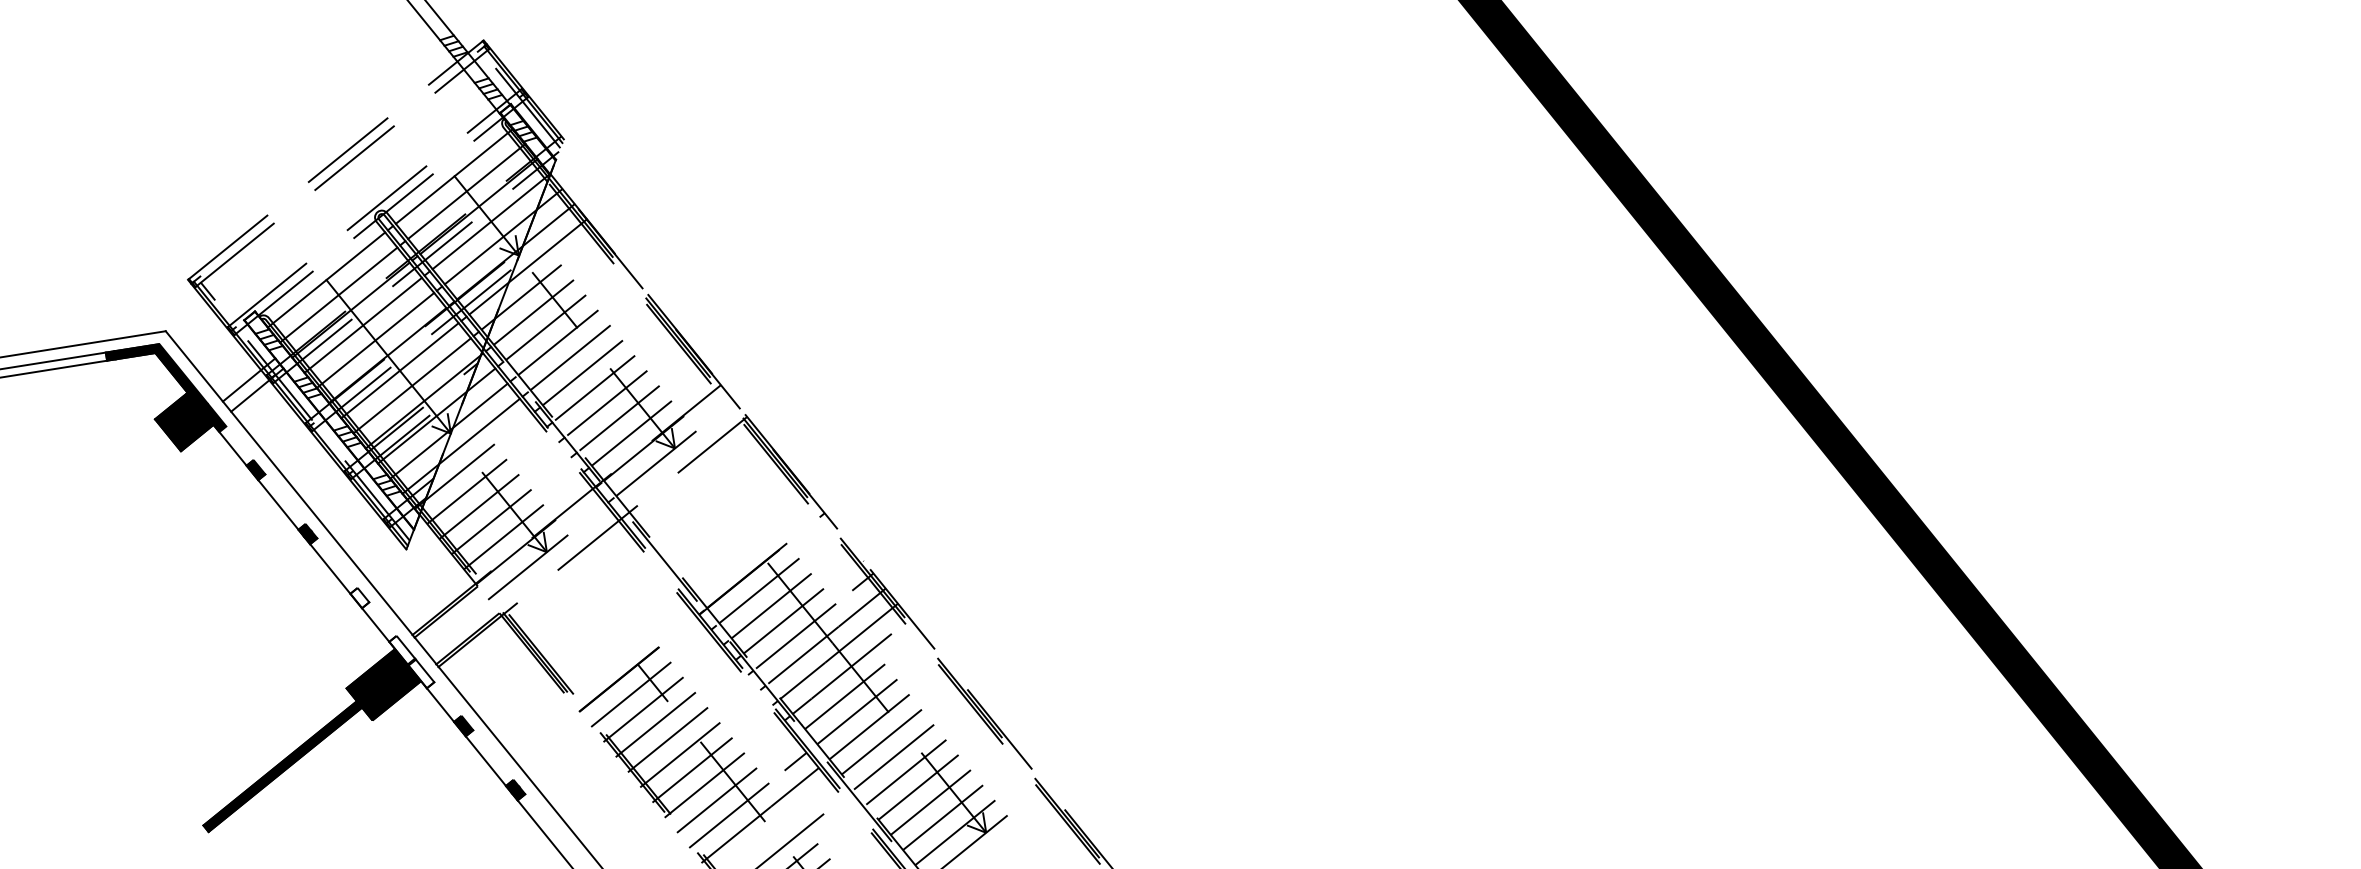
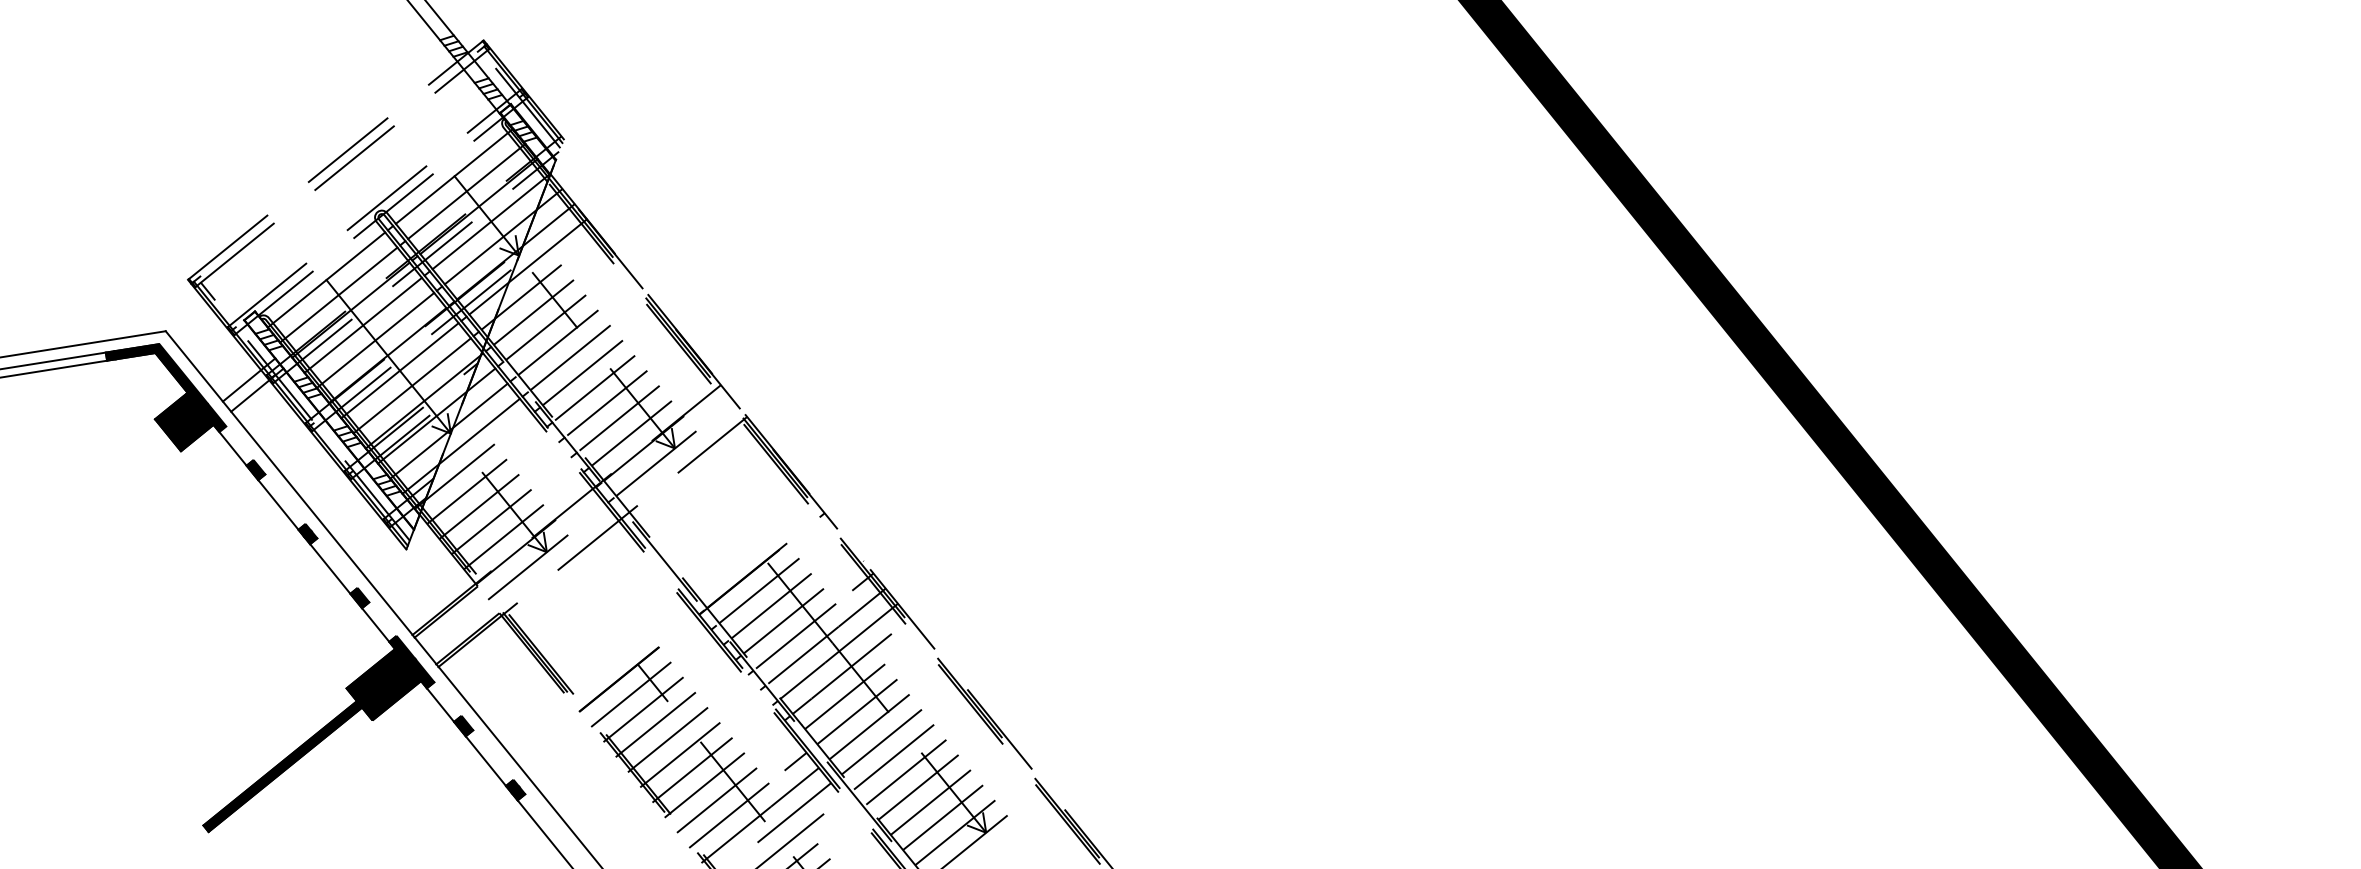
fill at (359, 597): none -> present
fill at (411, 661): none -> present
line at (794, 812): none -> present
